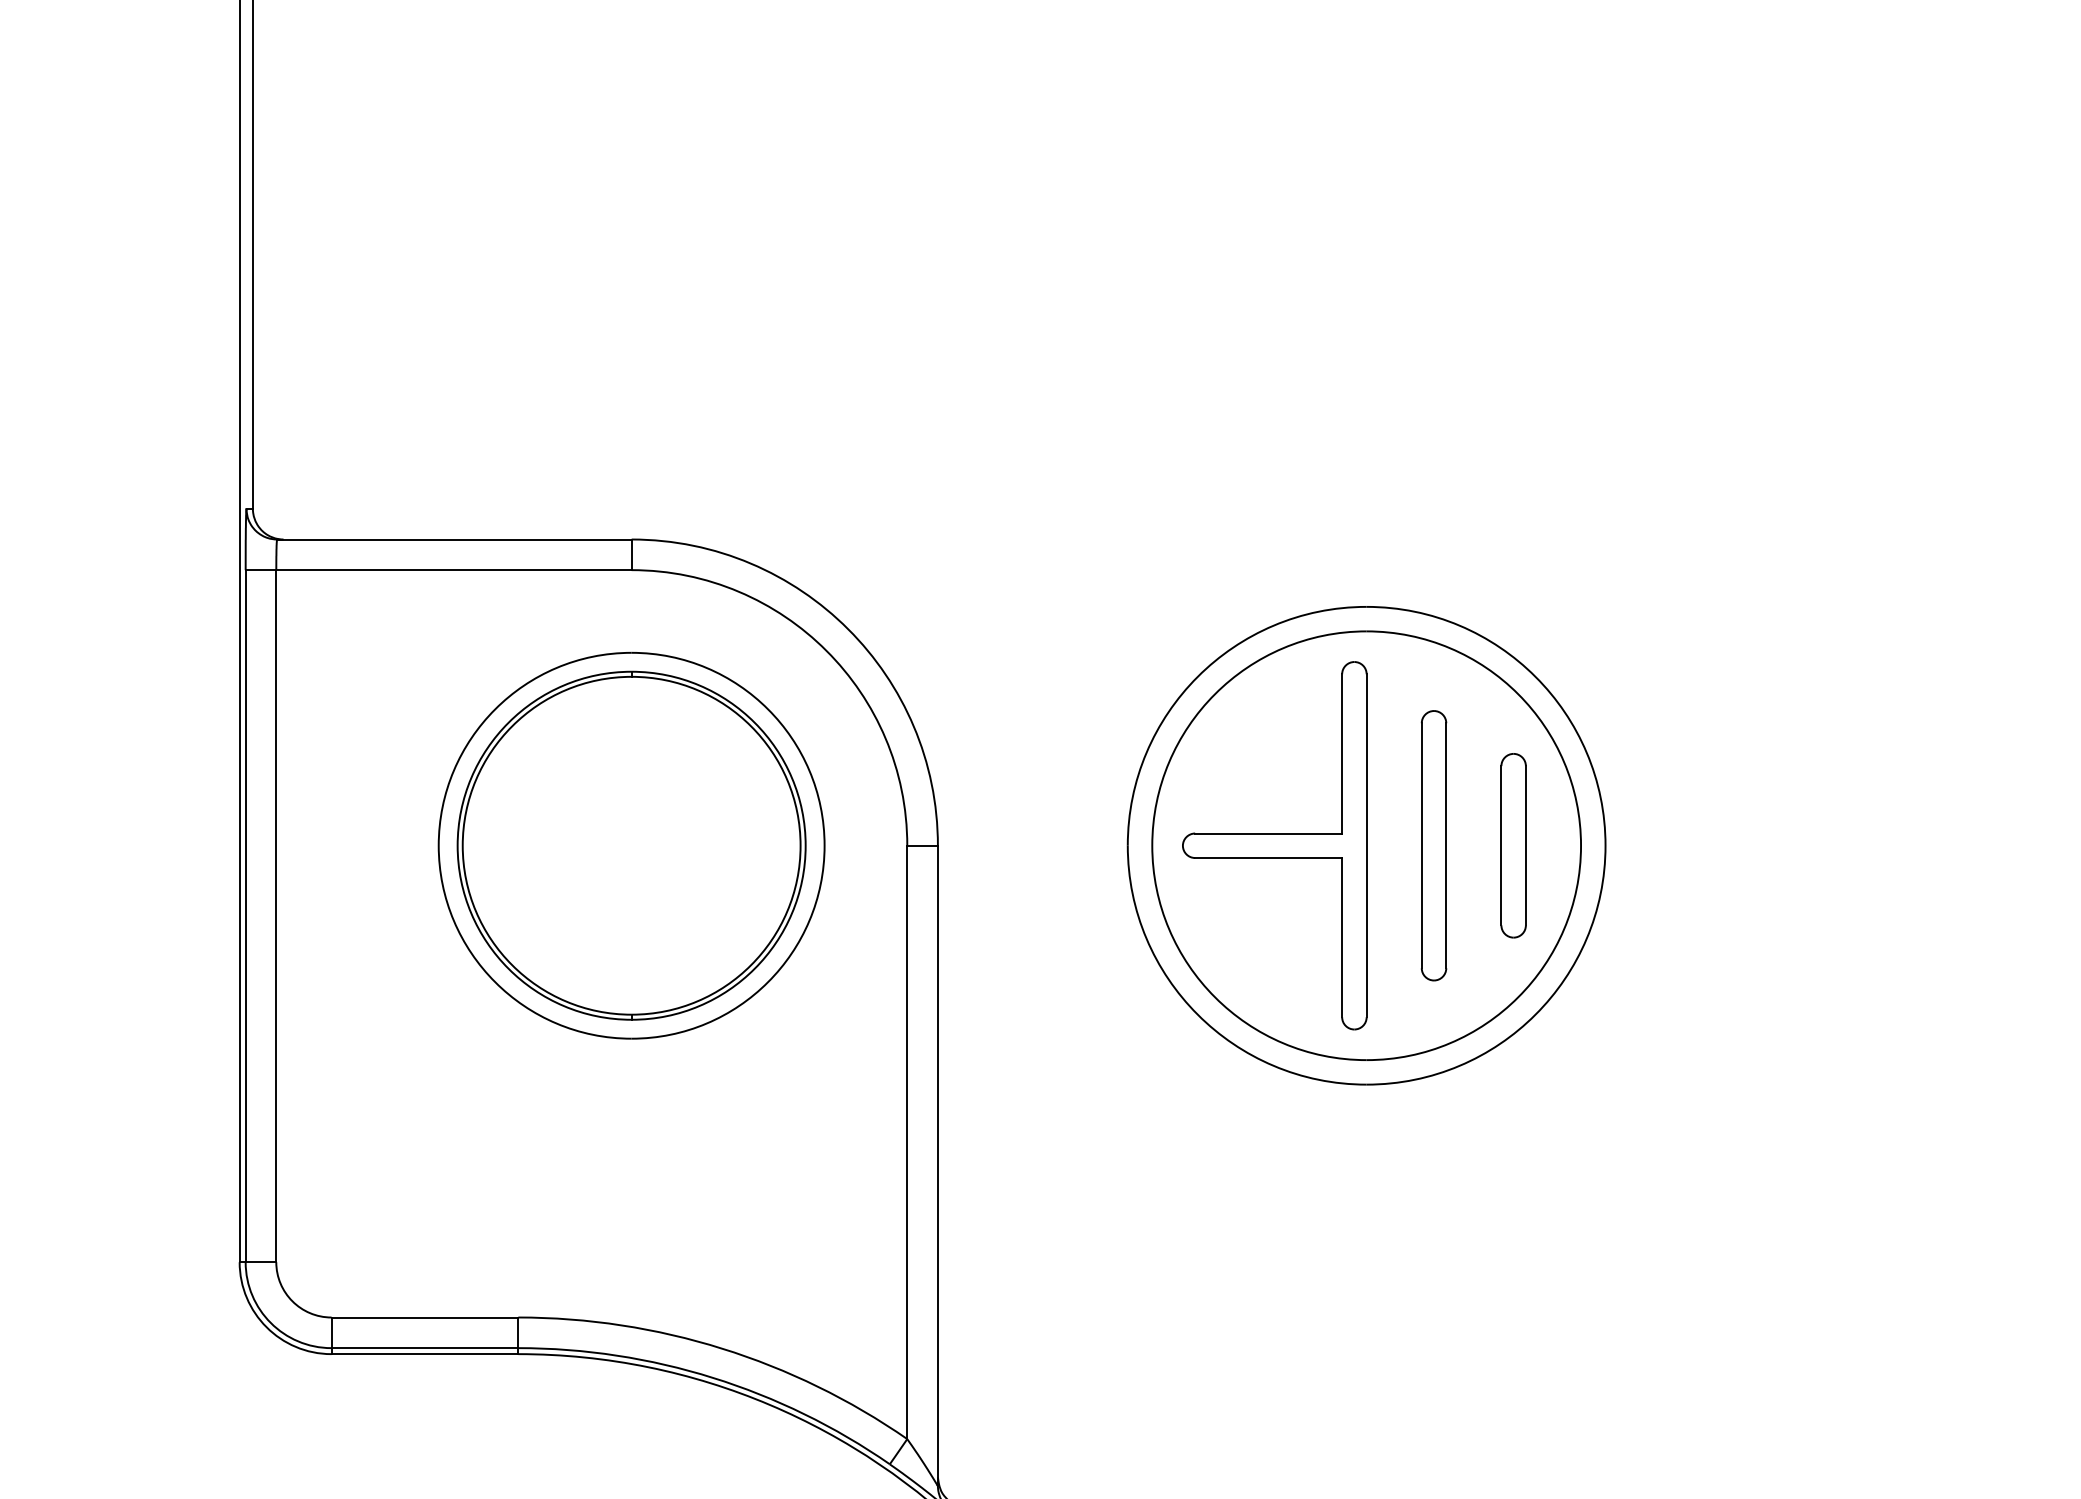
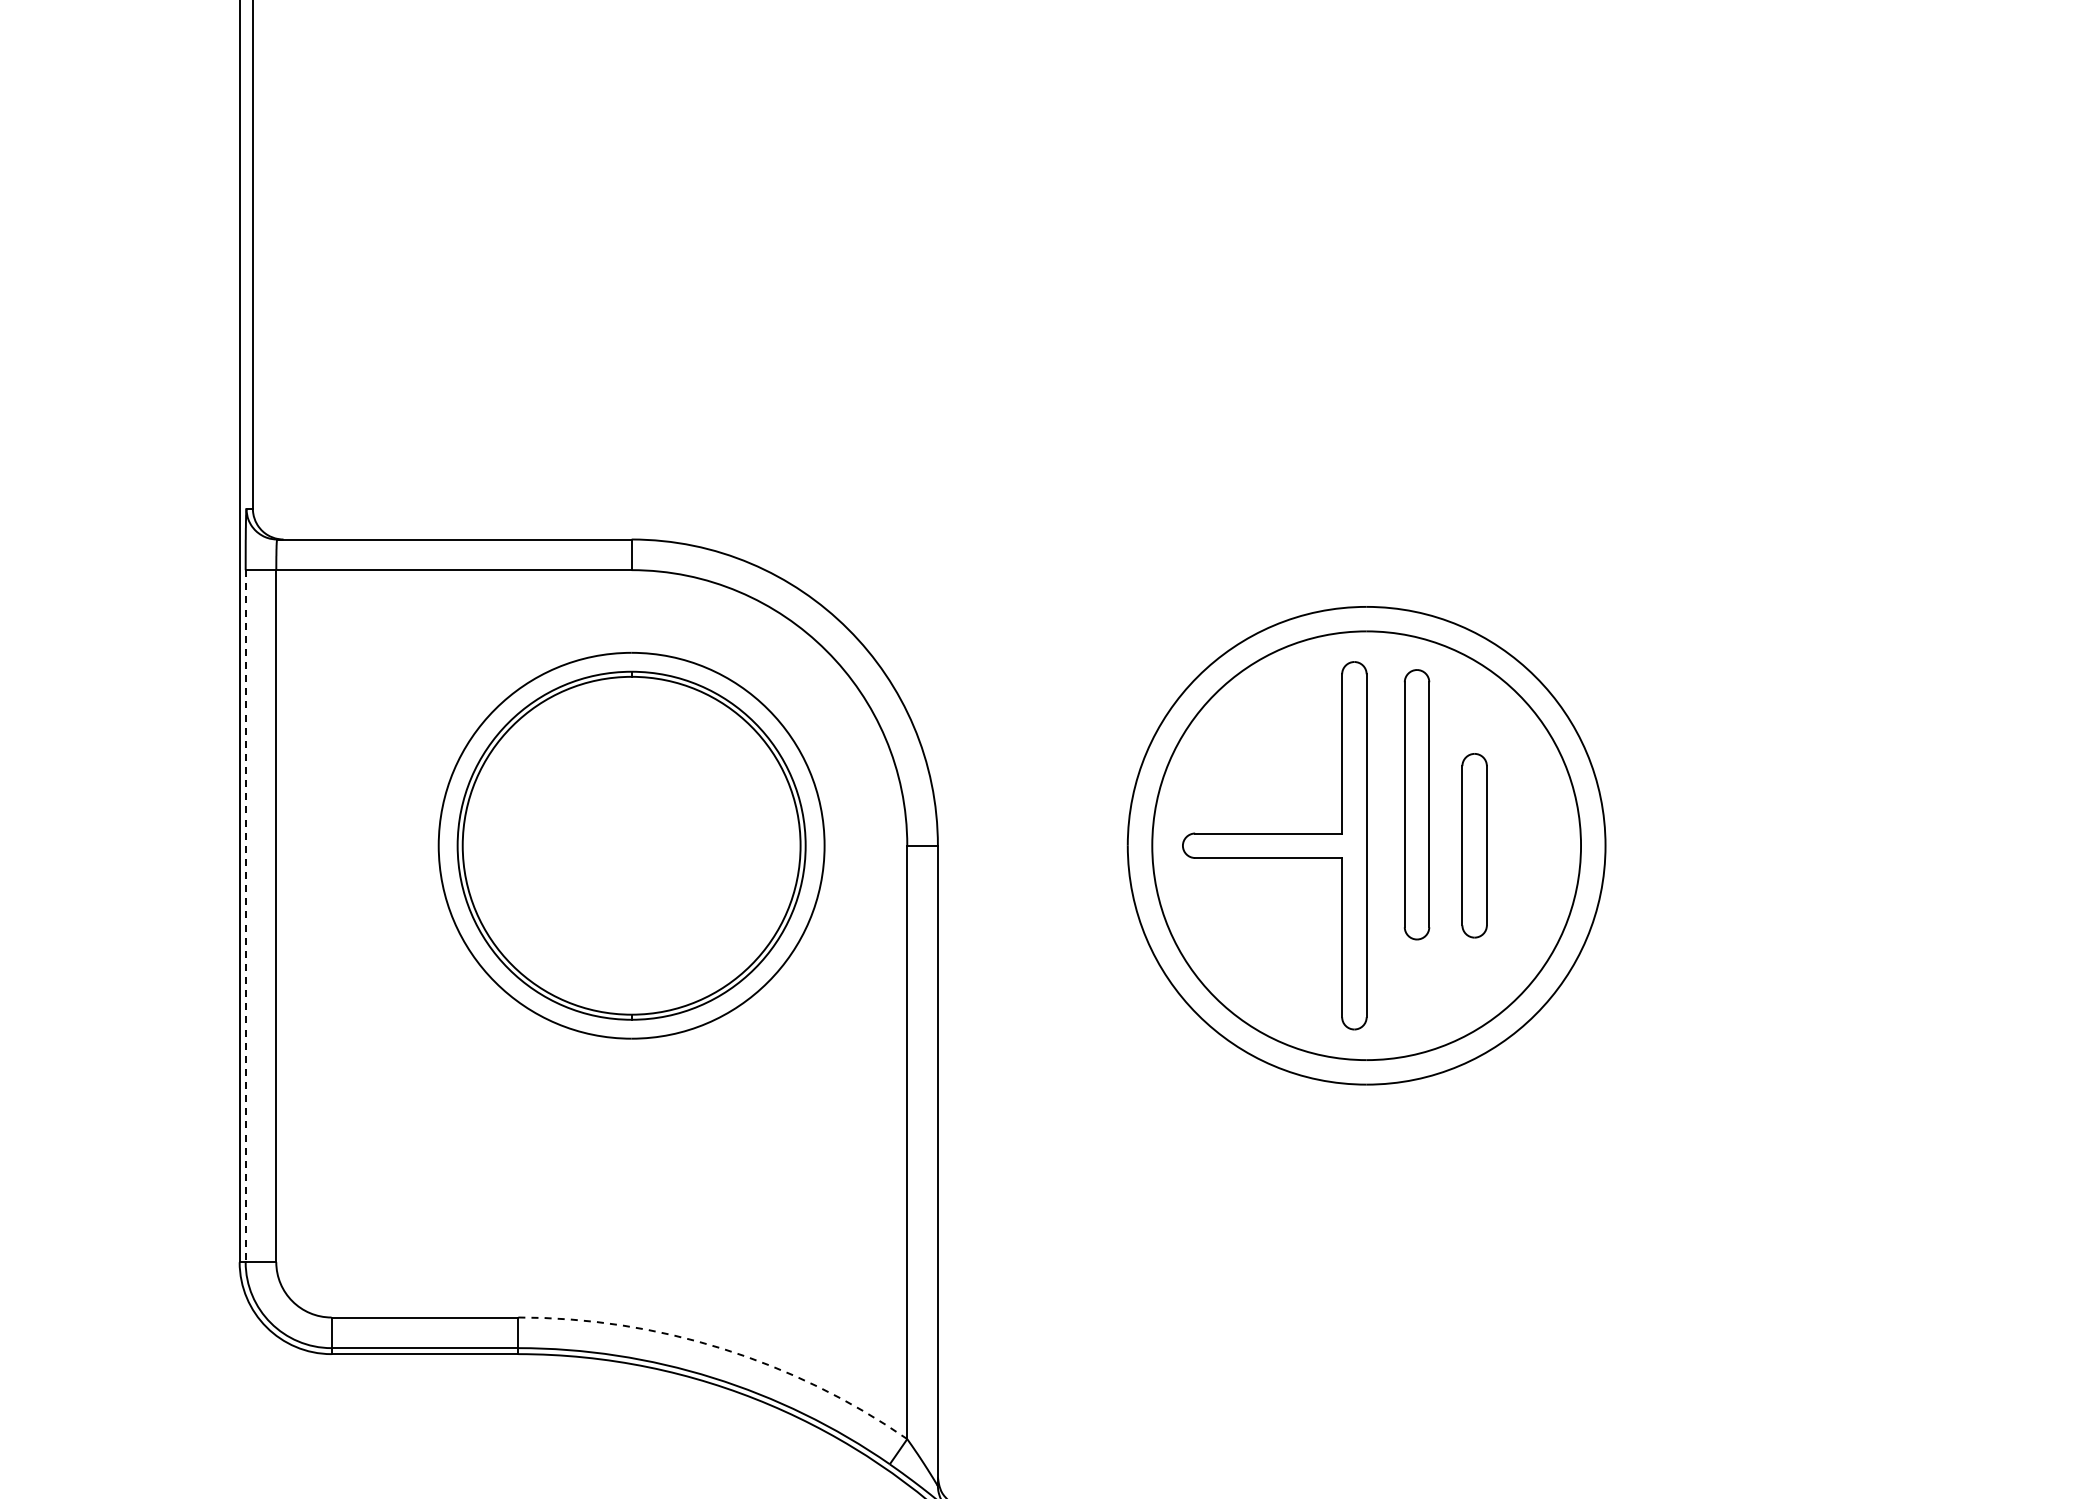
part at (1433, 845) position: (1433, 845) -> (1416, 804)
part at (1513, 845) position: (1513, 845) -> (1474, 845)
line at (245, 916): solid -> dashed
arc at (722, 1348): solid -> dashed
